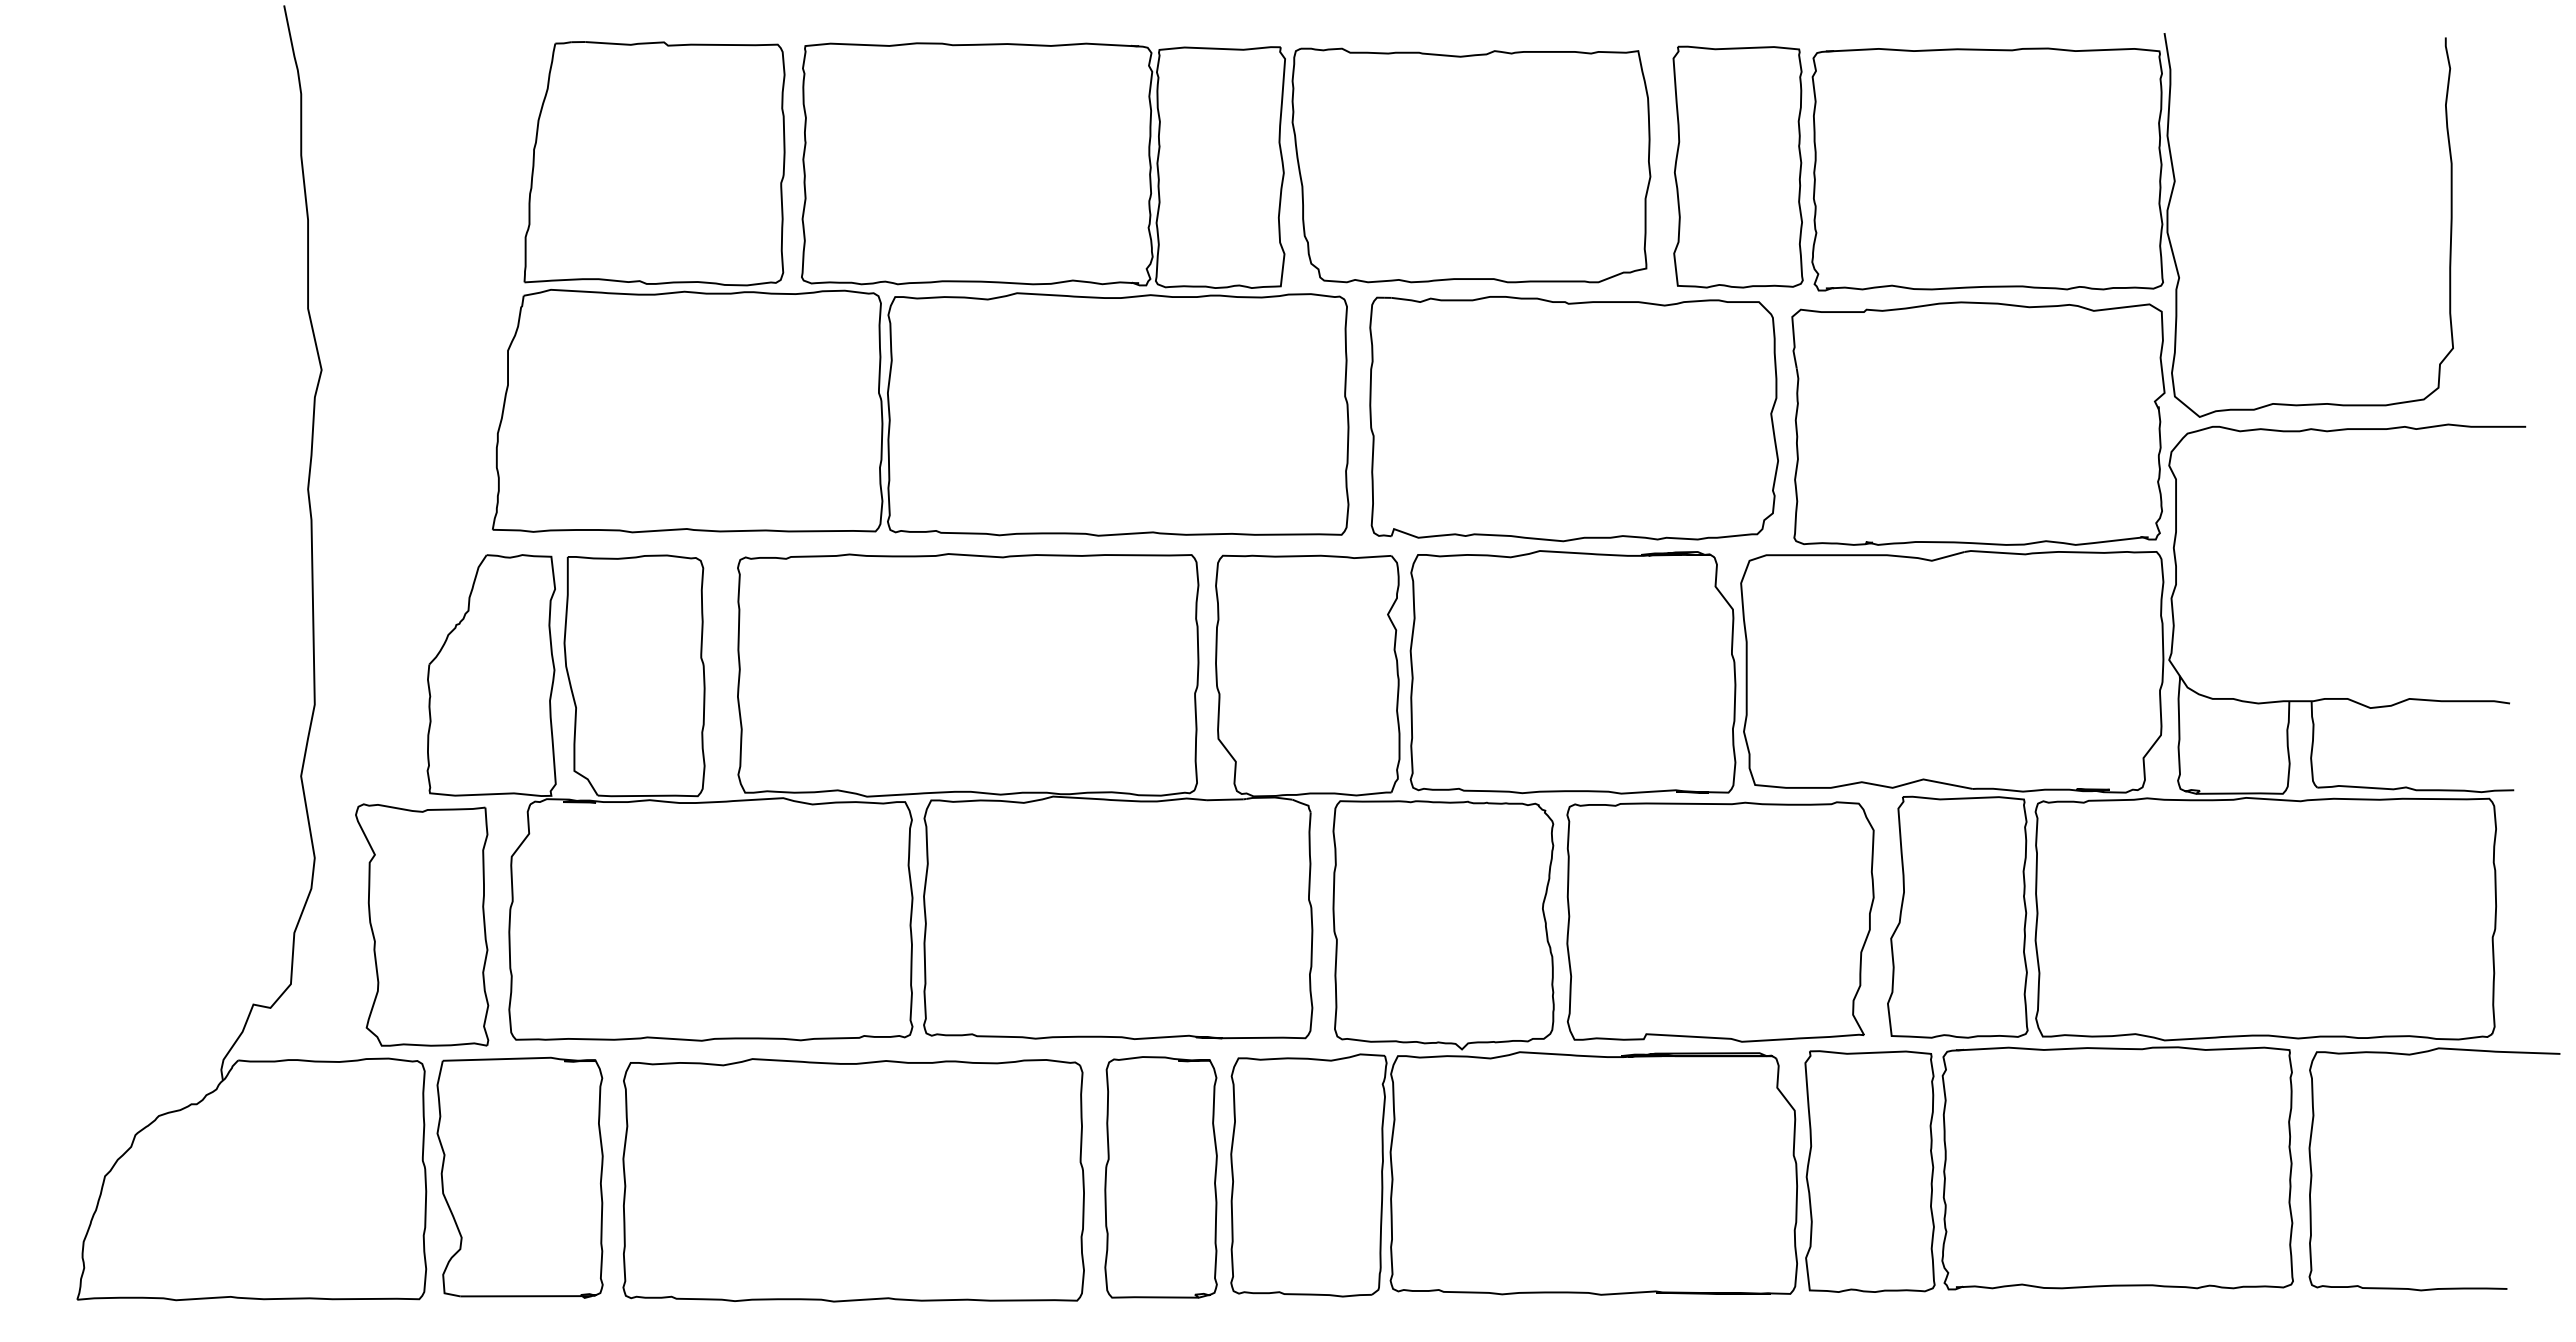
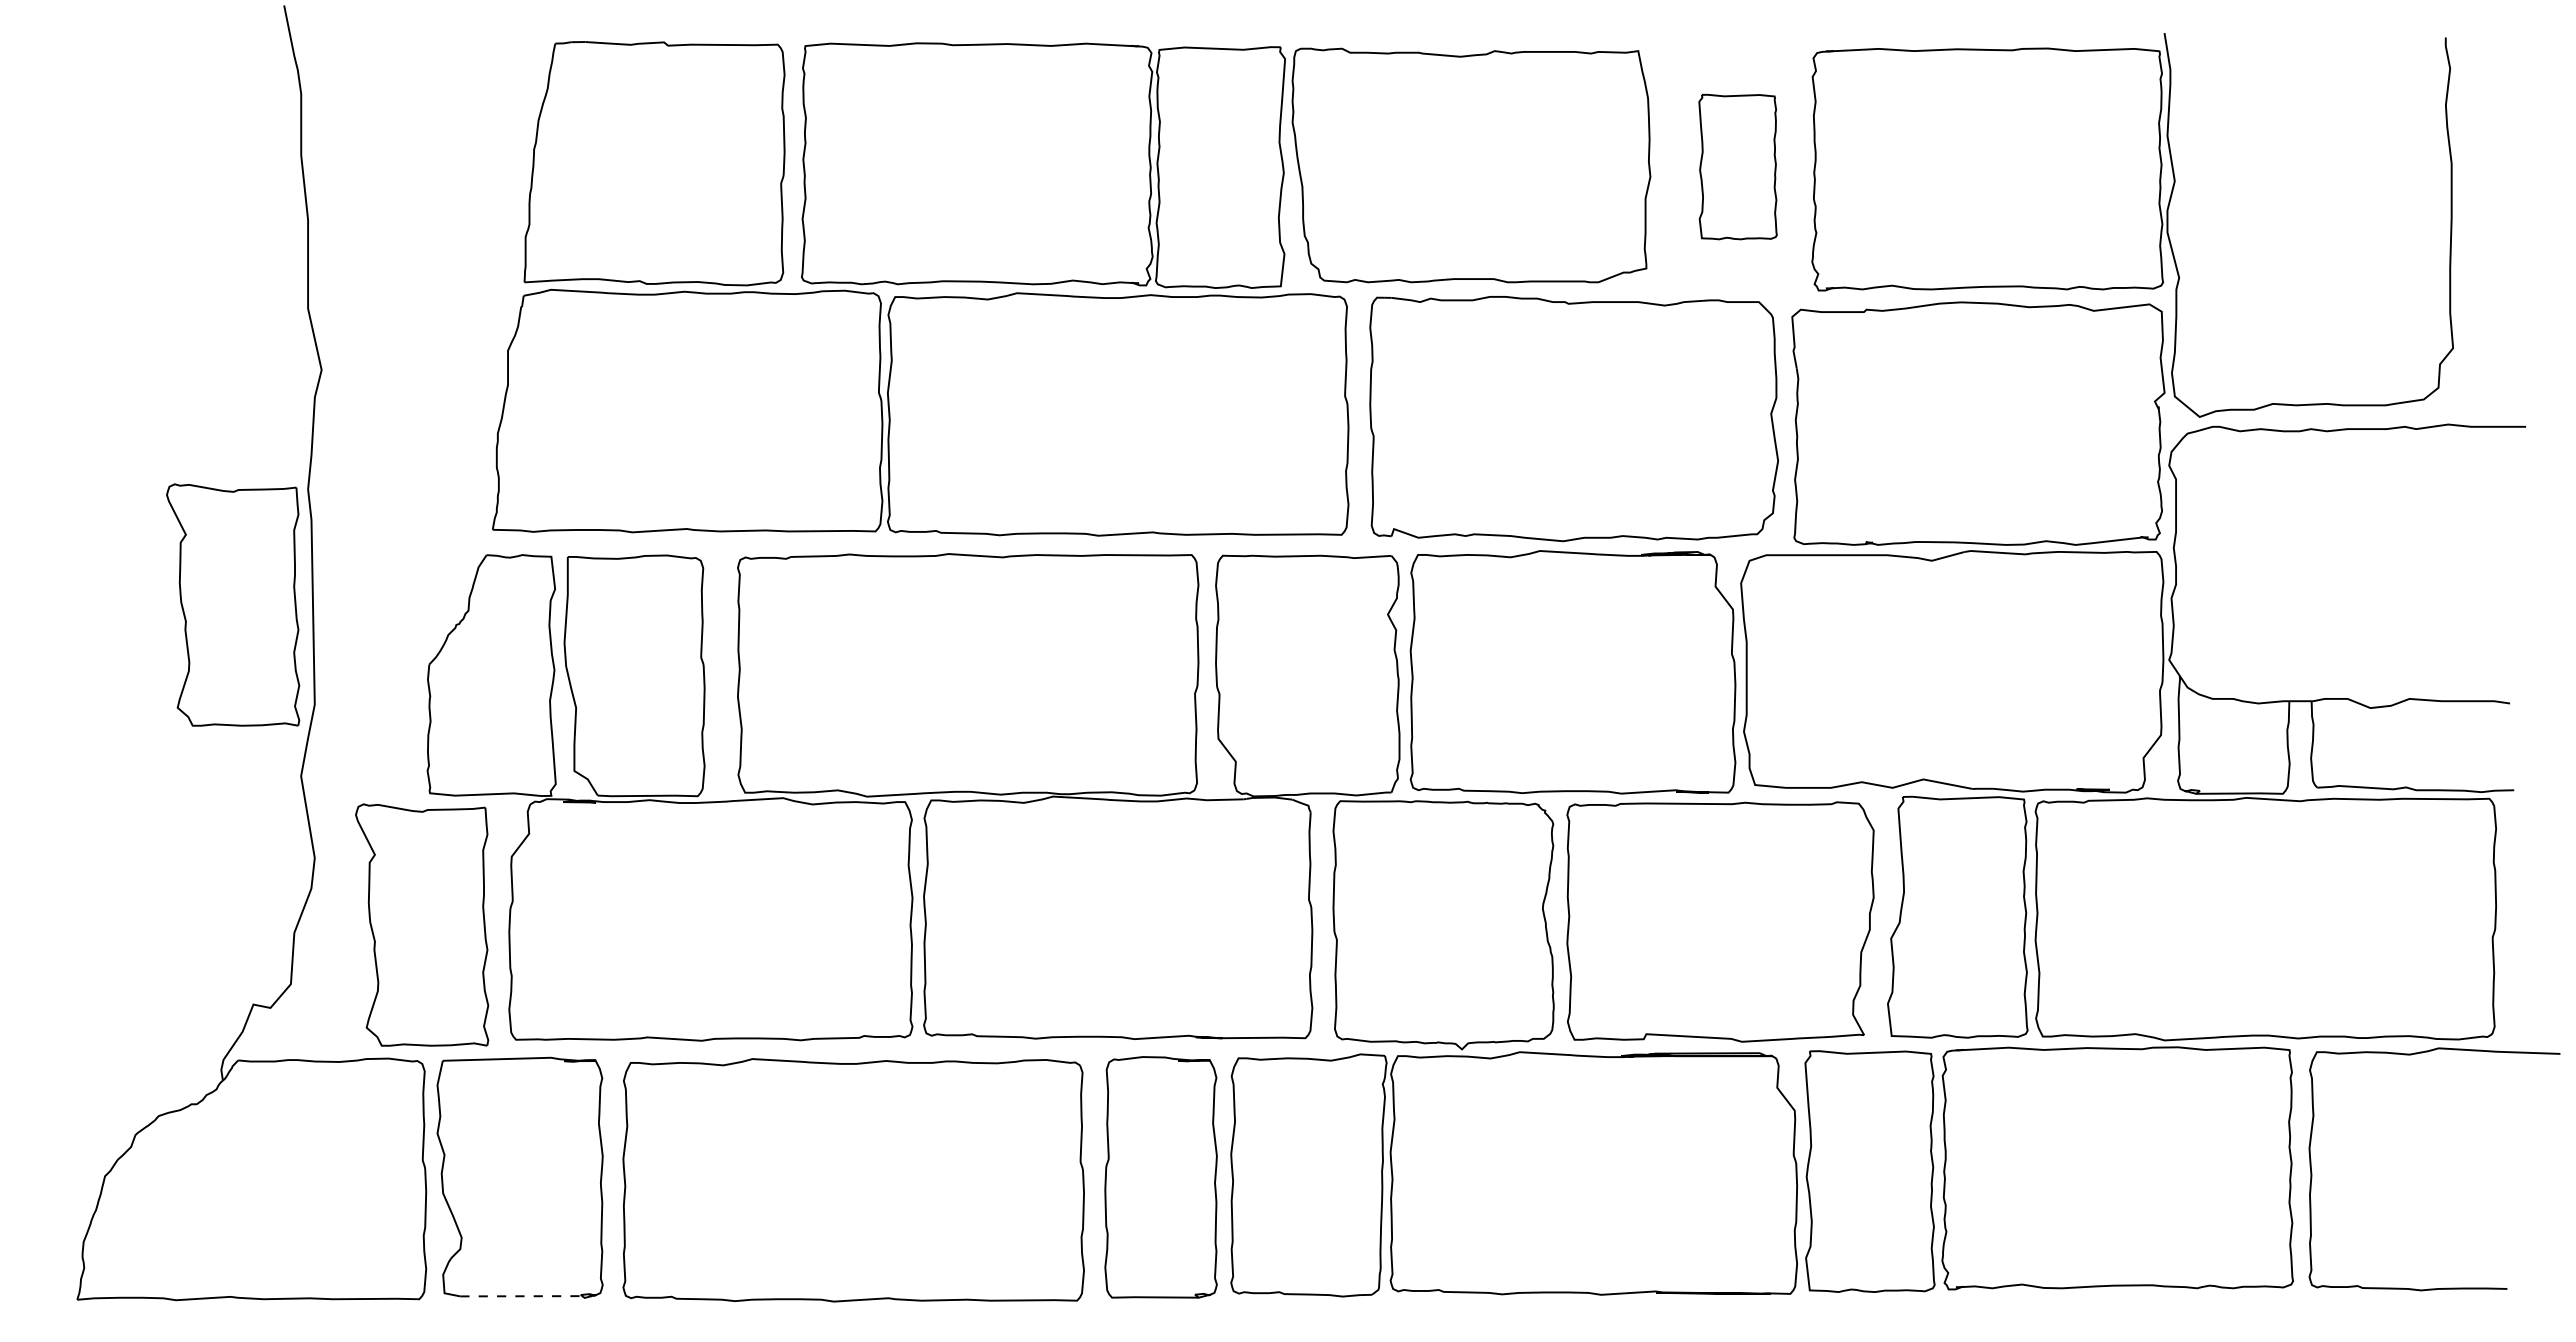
part at (1737, 166) size: 132x244 px -> 80x148 px
part at (233, 604): none -> present
line at (526, 1296): solid -> dashed
